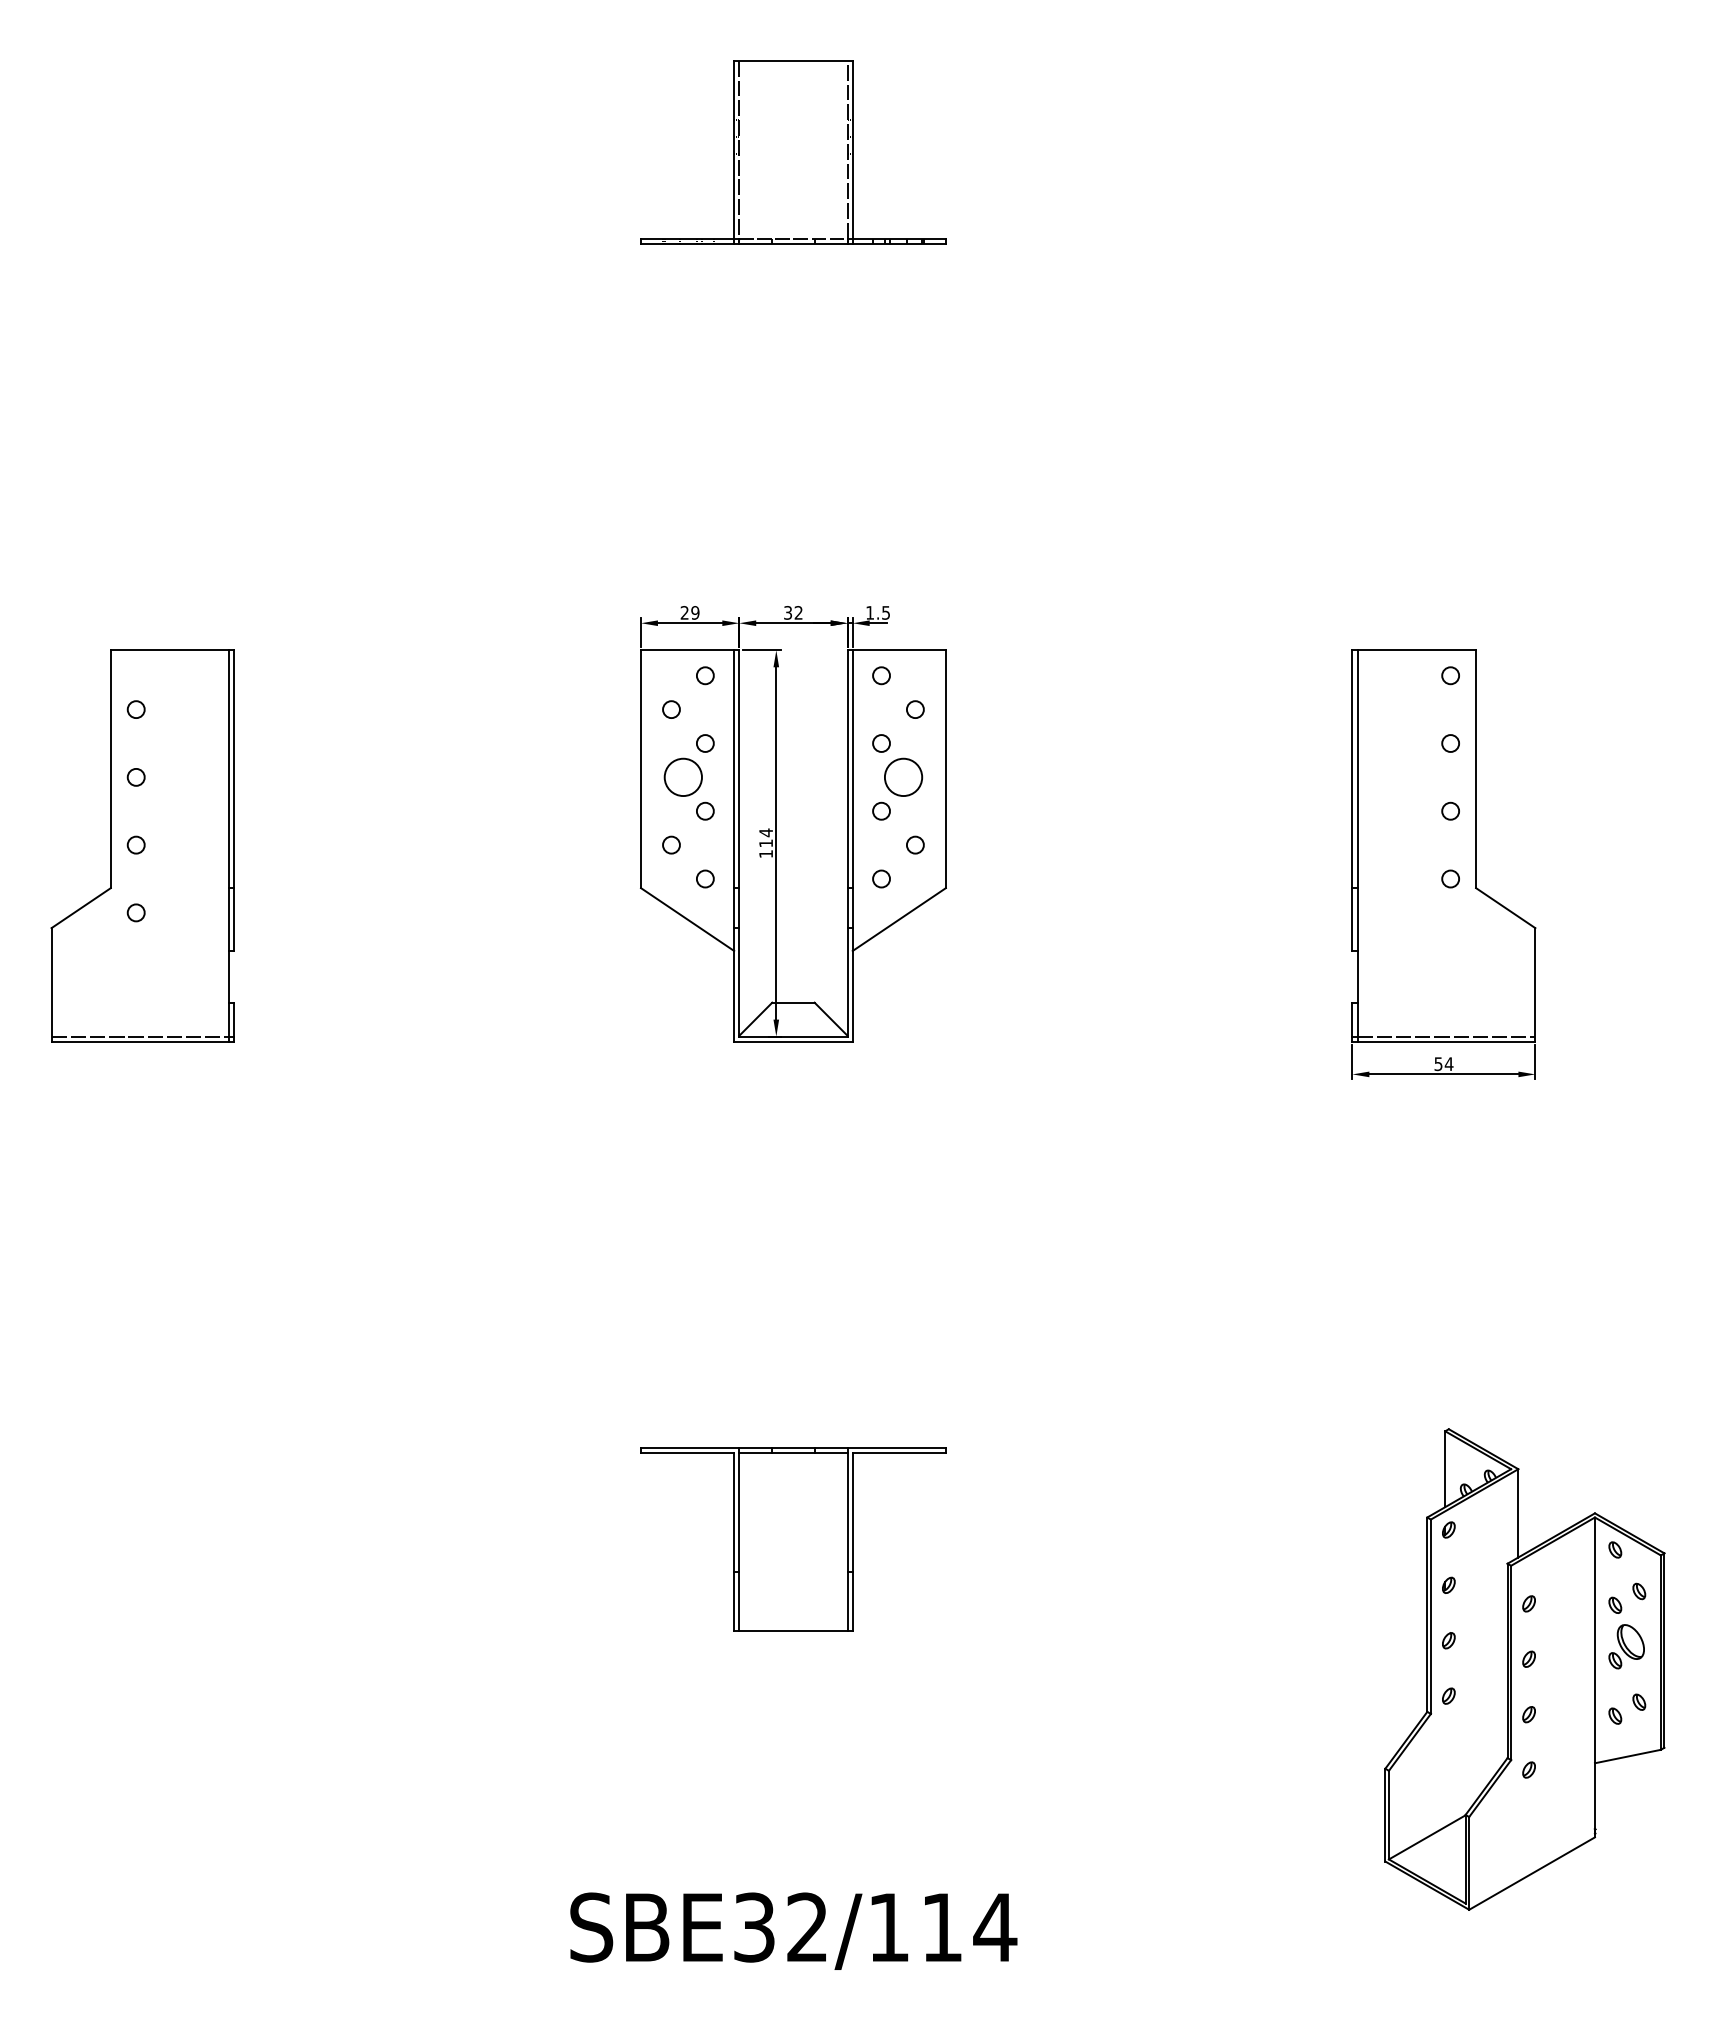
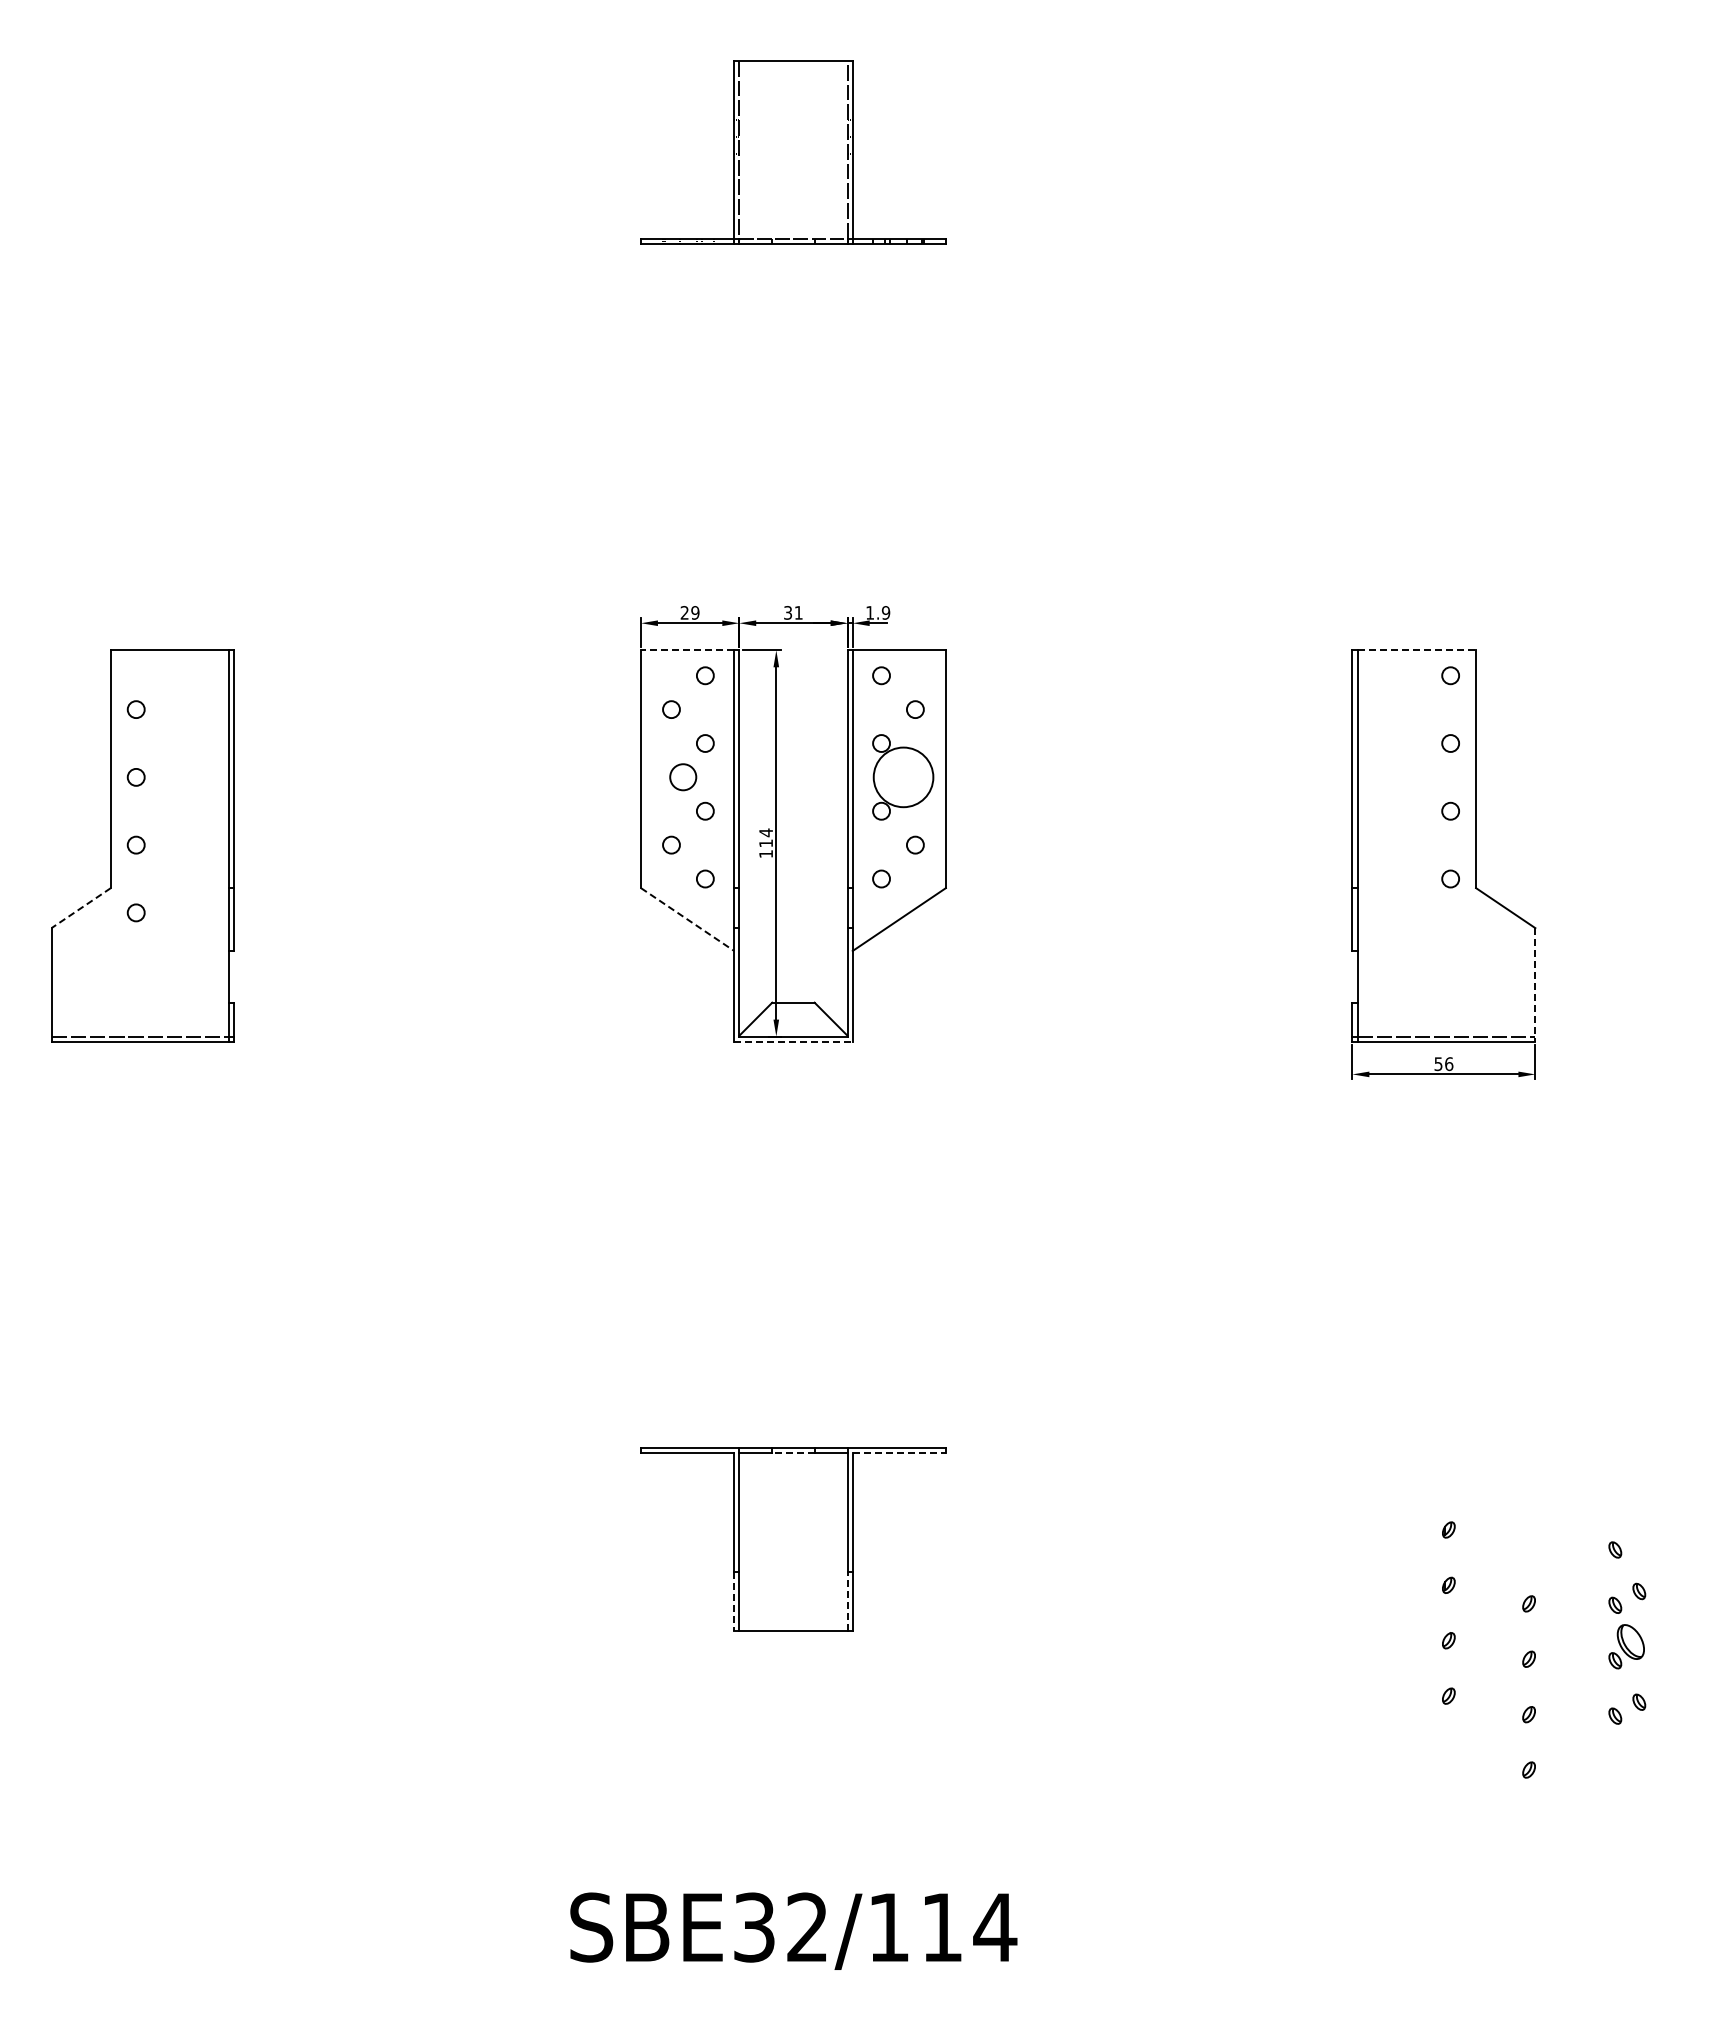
text at (798, 612): 32 -> 31
text at (885, 612): 1.5 -> 1.9
line at (687, 650): solid -> dashed
line at (1417, 650): solid -> dashed
circle at (682, 776) size: 40x40 px -> 29x29 px
circle at (903, 777) diameter: 37 px -> 60 px
line at (81, 908): solid -> dashed
line at (688, 919): solid -> dashed
line at (1535, 984): solid -> dashed
line at (793, 1041): solid -> dashed
text at (1448, 1064): 54 -> 56
line at (792, 1453): solid -> dashed
line at (899, 1453): solid -> dashed
line at (734, 1601): solid -> dashed
line at (847, 1601): solid -> dashed
part at (1524, 1669): present -> none
